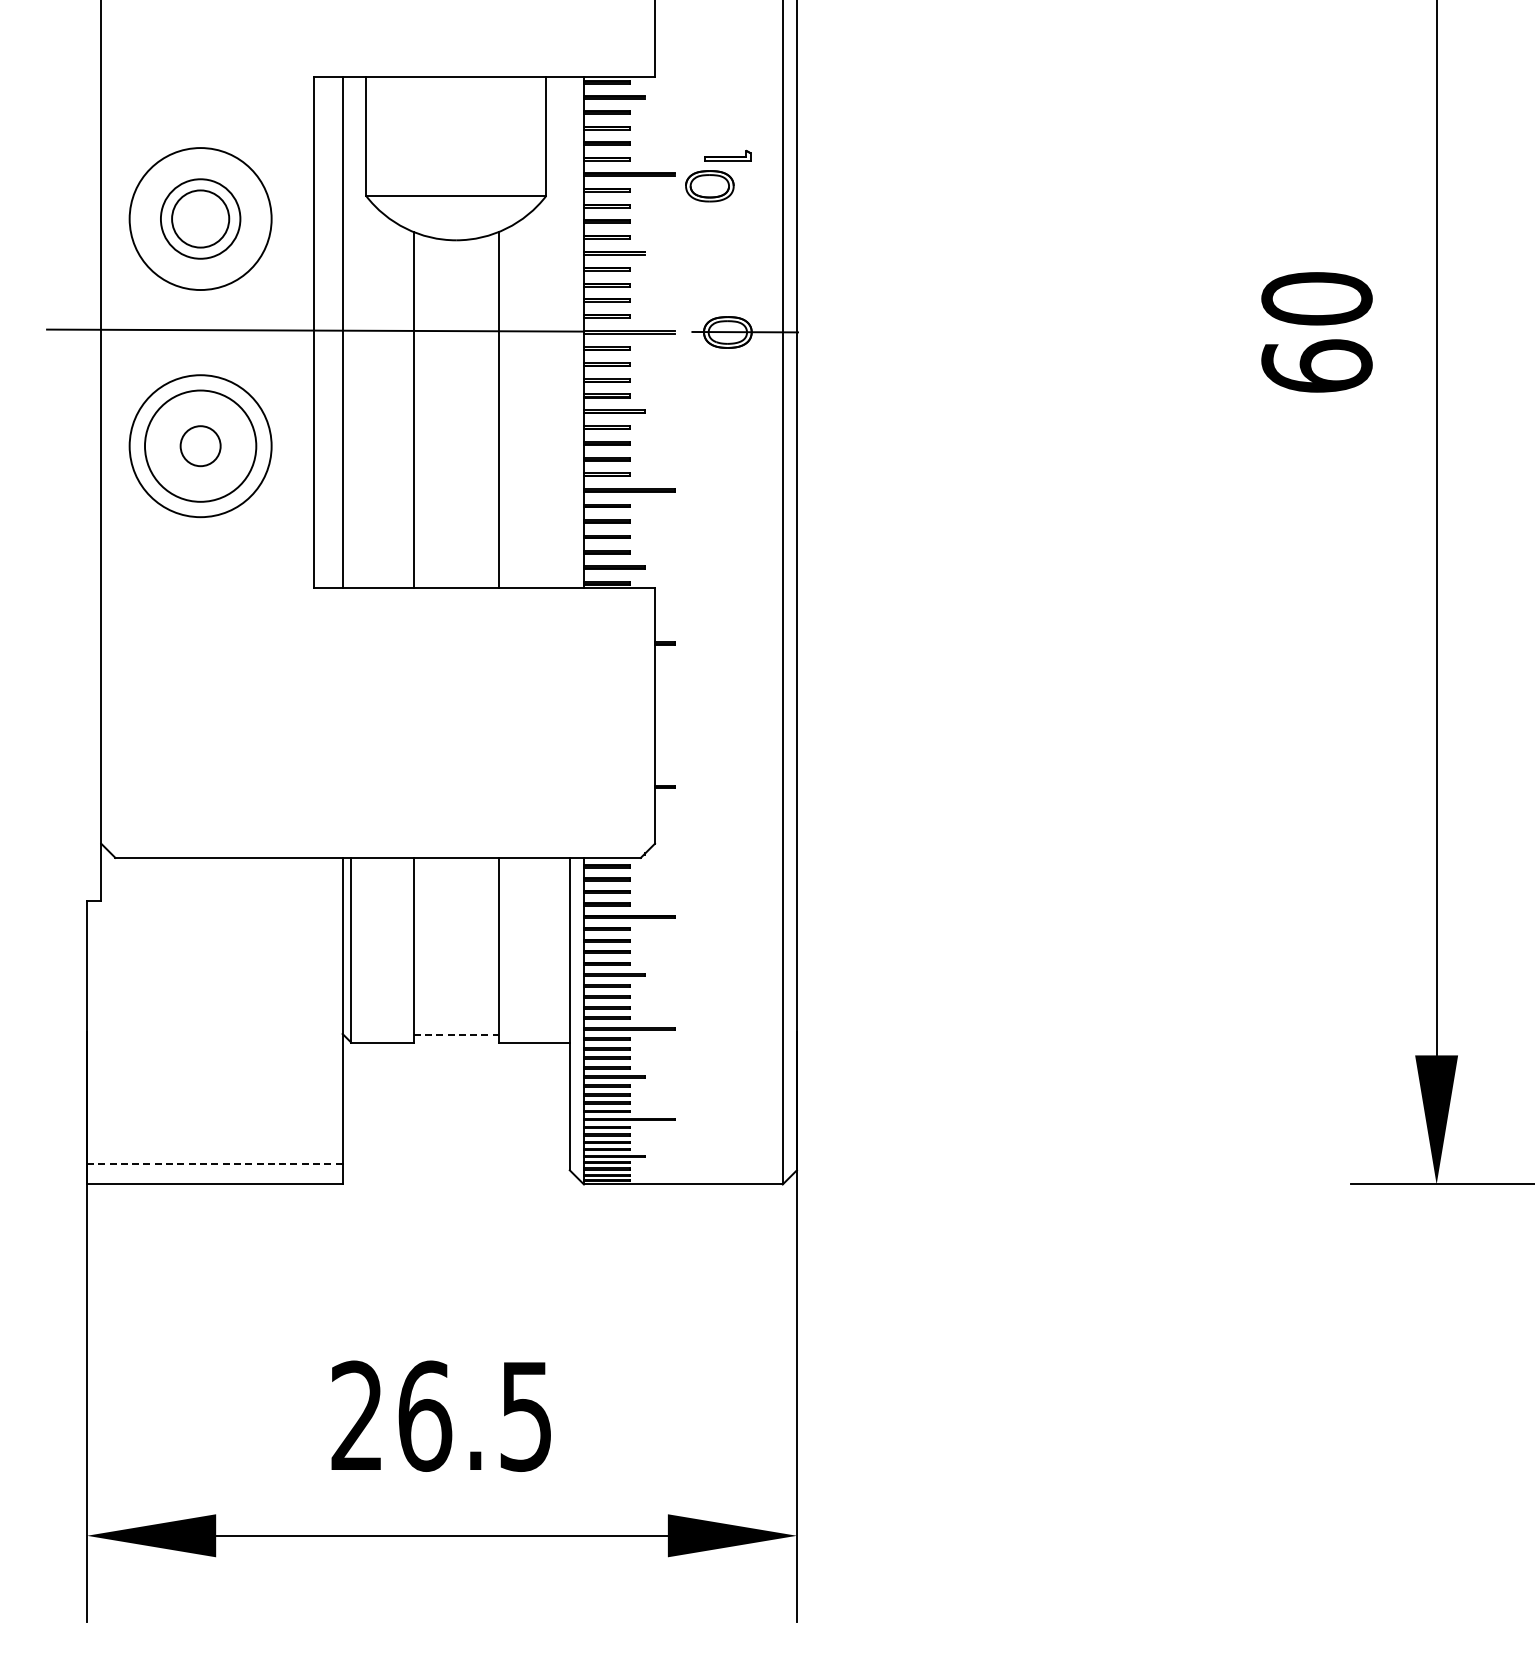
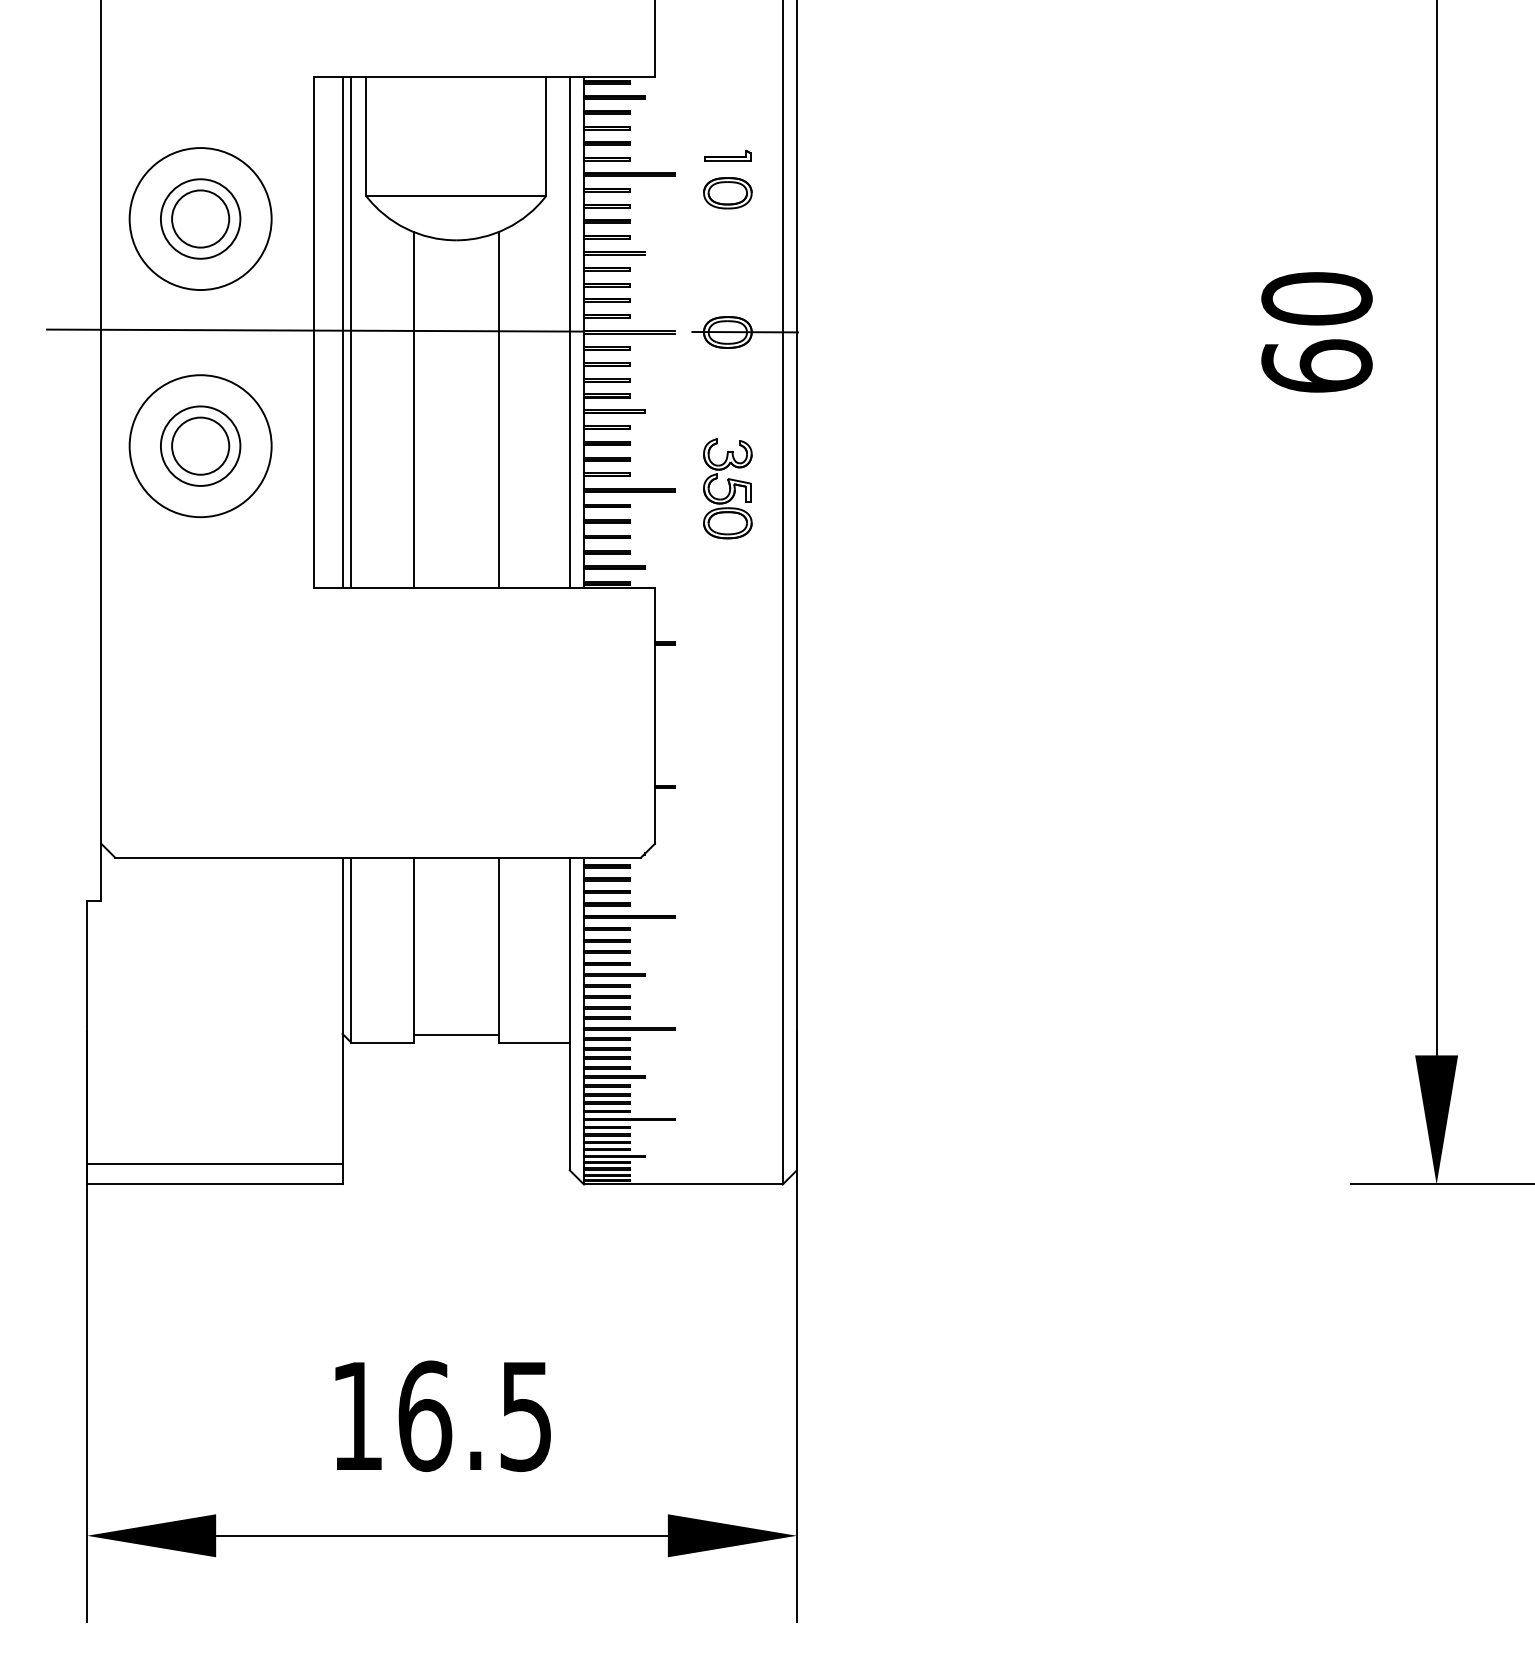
part at (709, 186) position: (709, 186) -> (727, 193)
line at (351, 332): none -> present
line at (569, 332): none -> present
circle at (200, 445) diameter: 111 px -> 80 px
circle at (200, 446) diameter: 40 px -> 57 px
part at (727, 488): none -> present
line at (456, 1035): dashed -> solid
line at (214, 1164): dashed -> solid
text at (356, 1414): 26.5 -> 16.5
